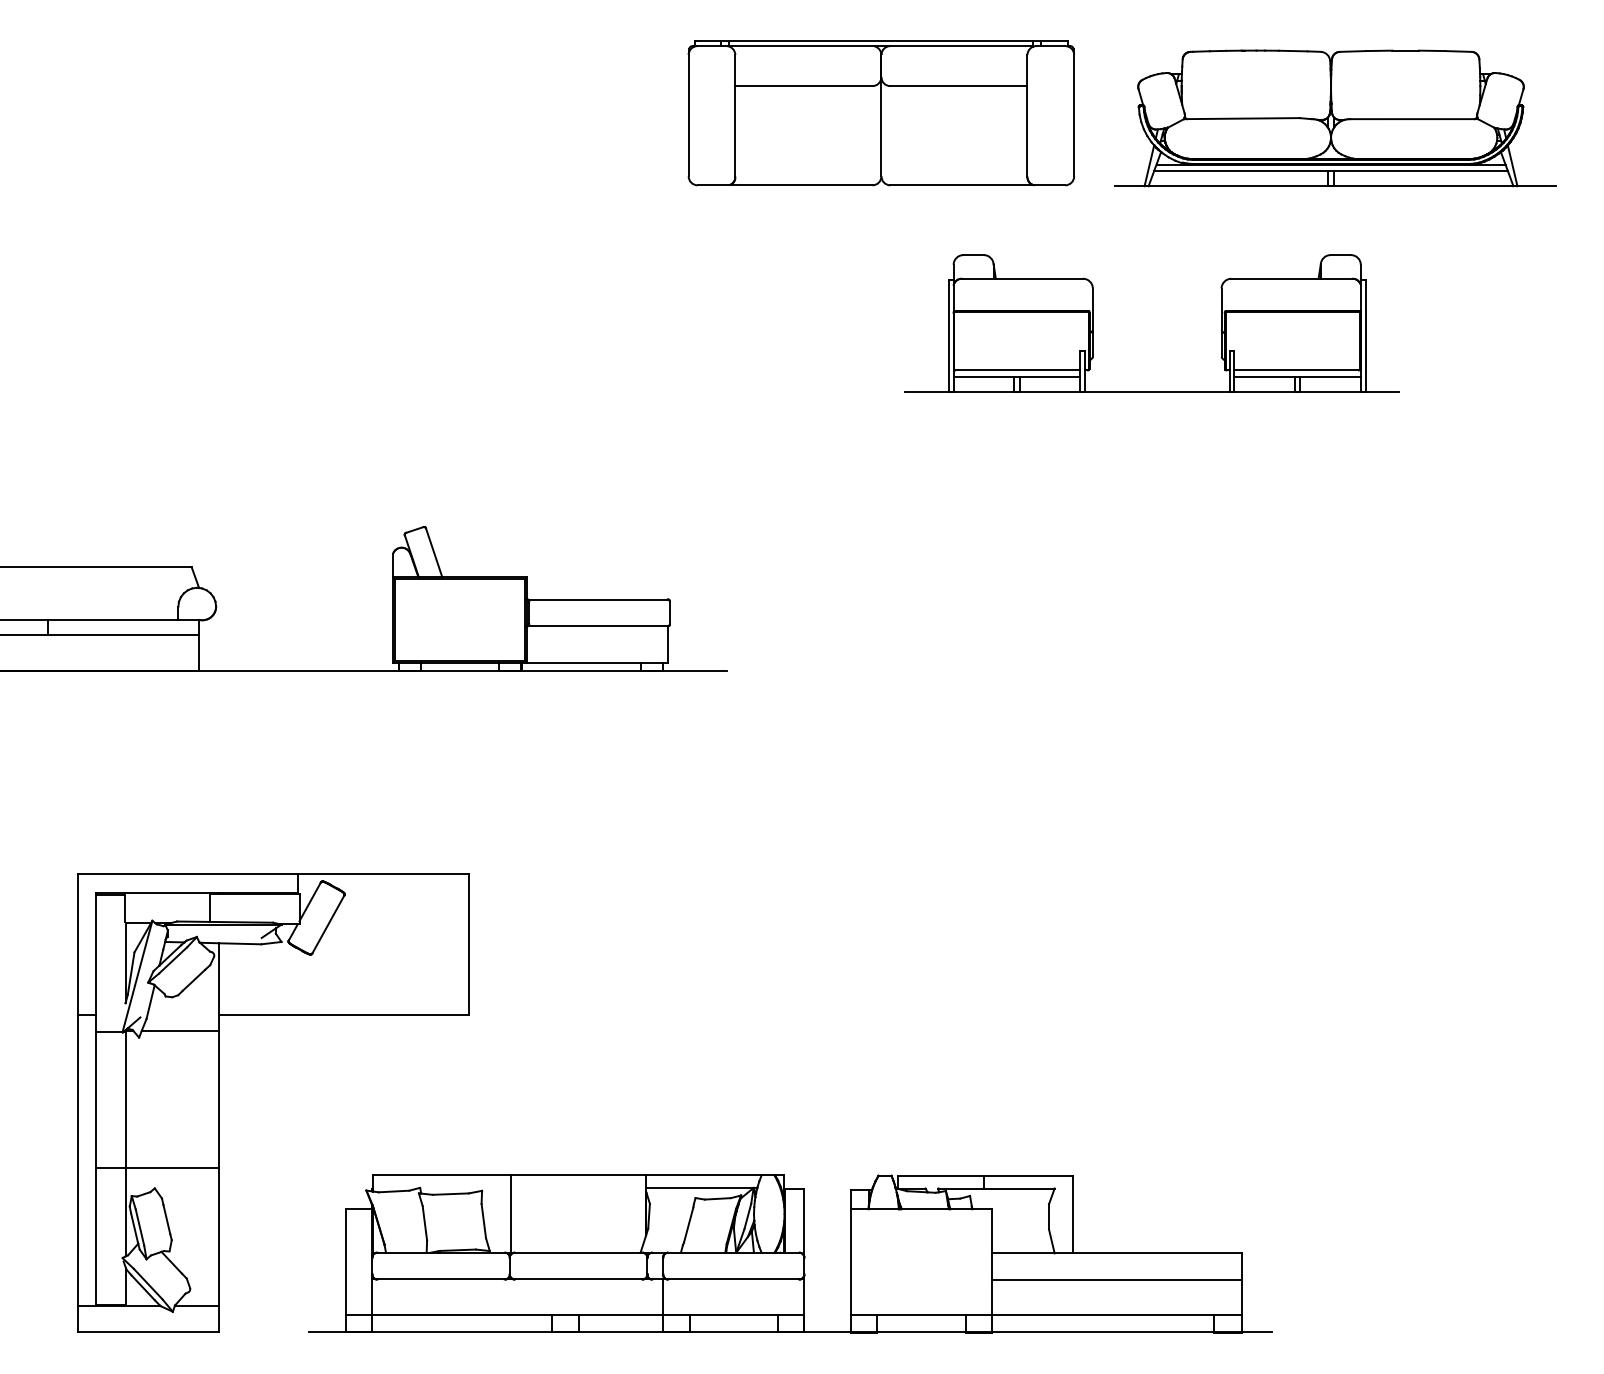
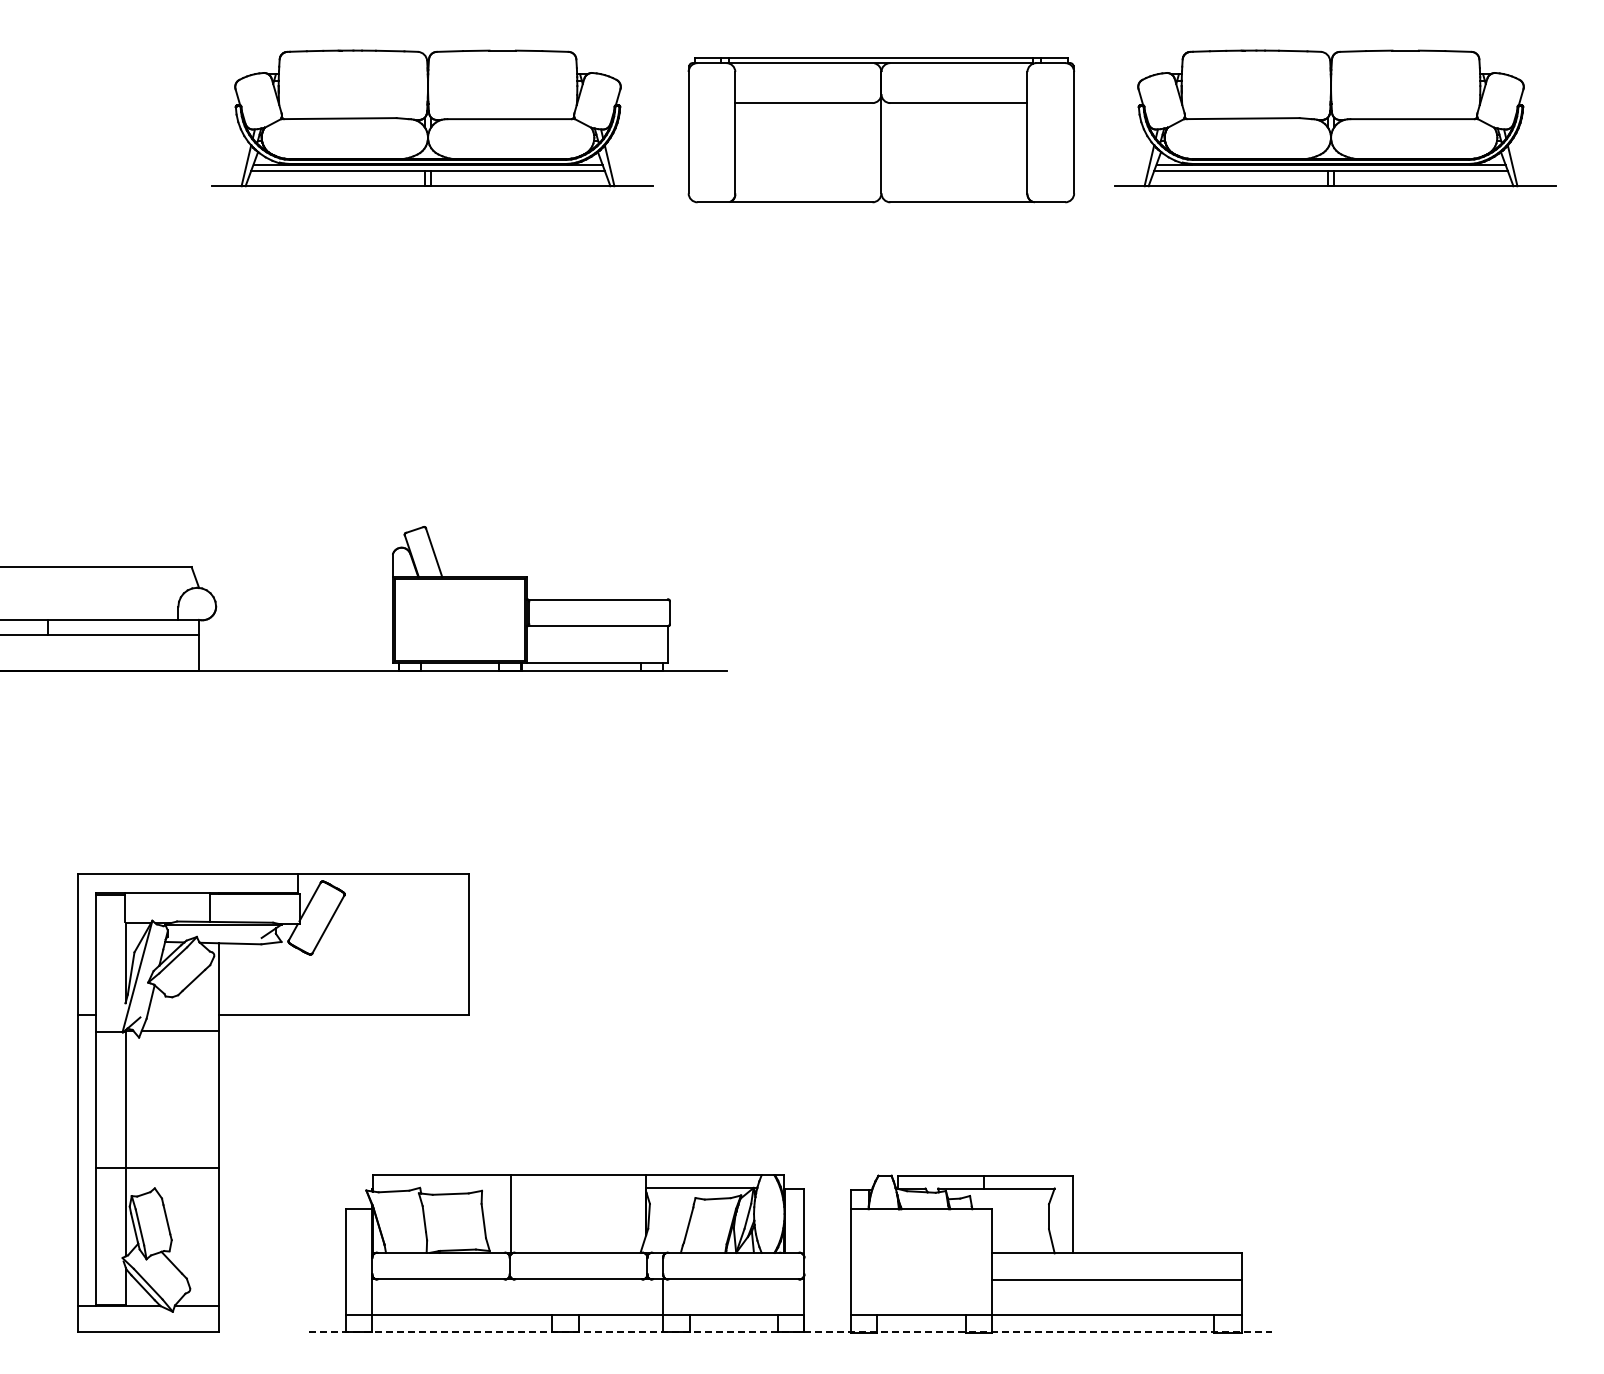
part at (880, 113) position: (880, 113) -> (880, 130)
part at (432, 118): none -> present
part at (1093, 323): present -> none
line at (790, 1332): solid -> dashed
